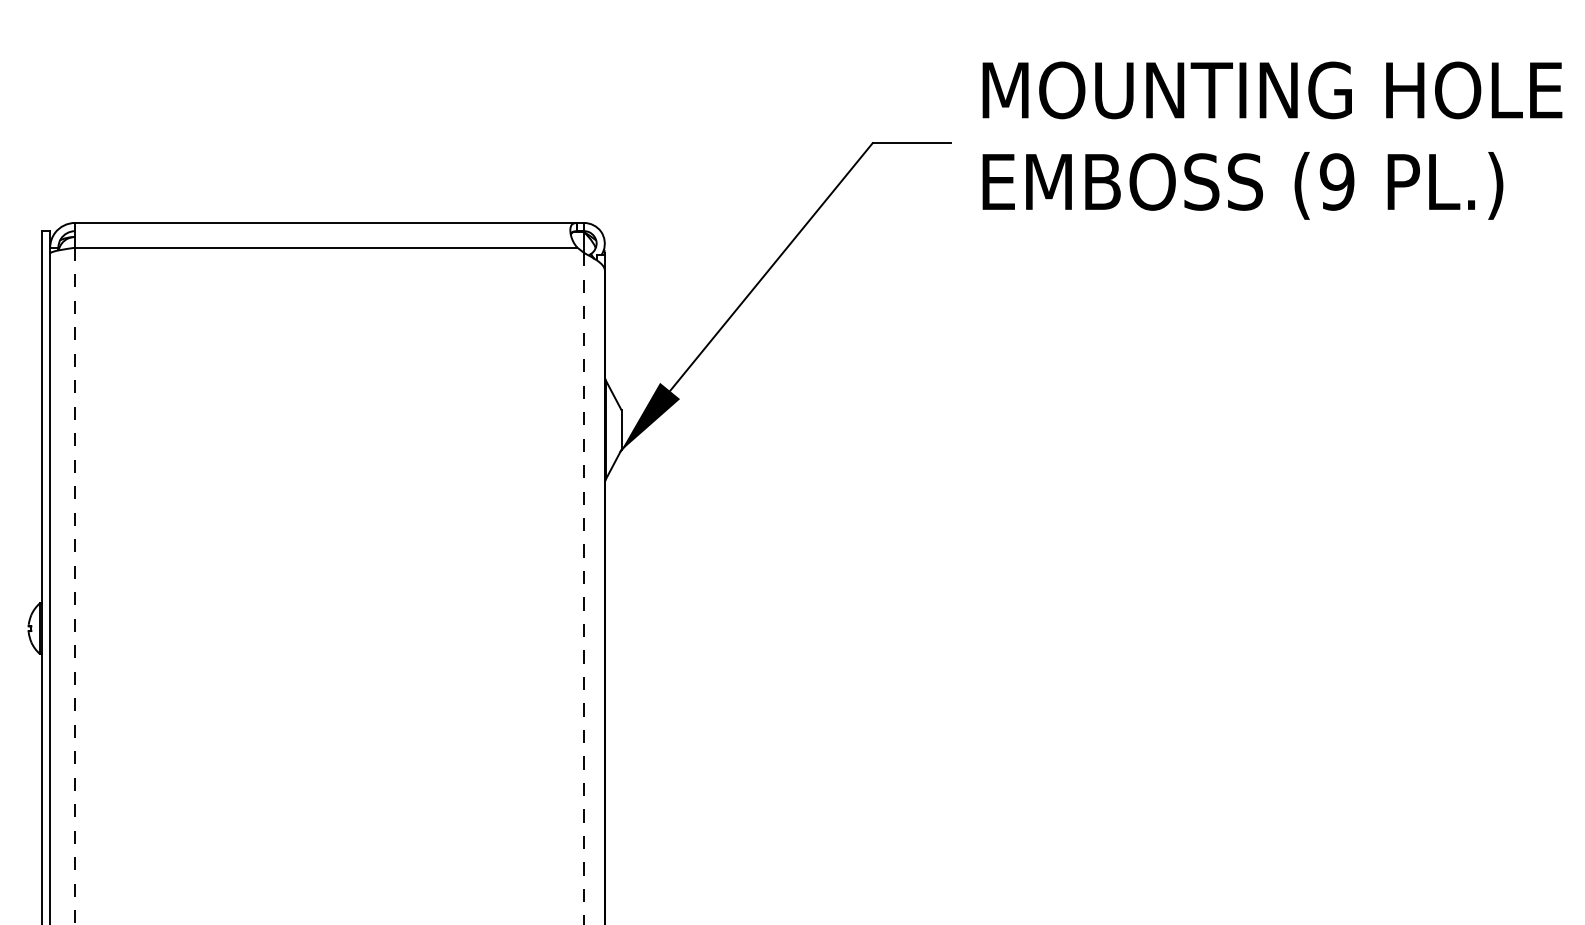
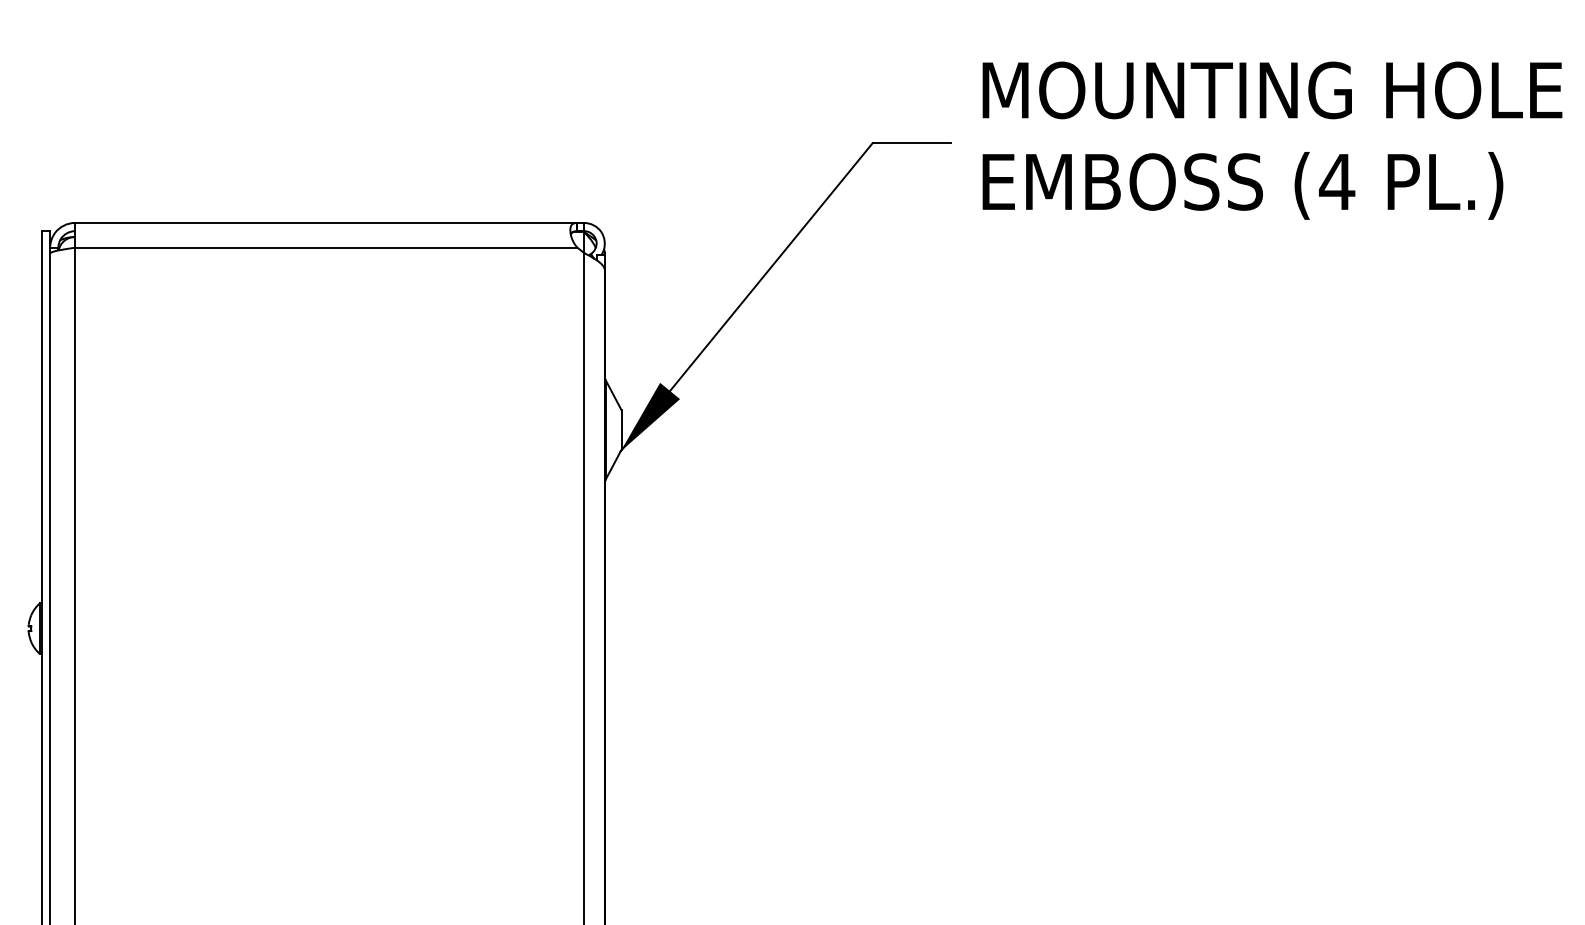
text at (1336, 181): (9 -> (4
line at (74, 586): dashed -> solid
line at (584, 588): dashed -> solid
